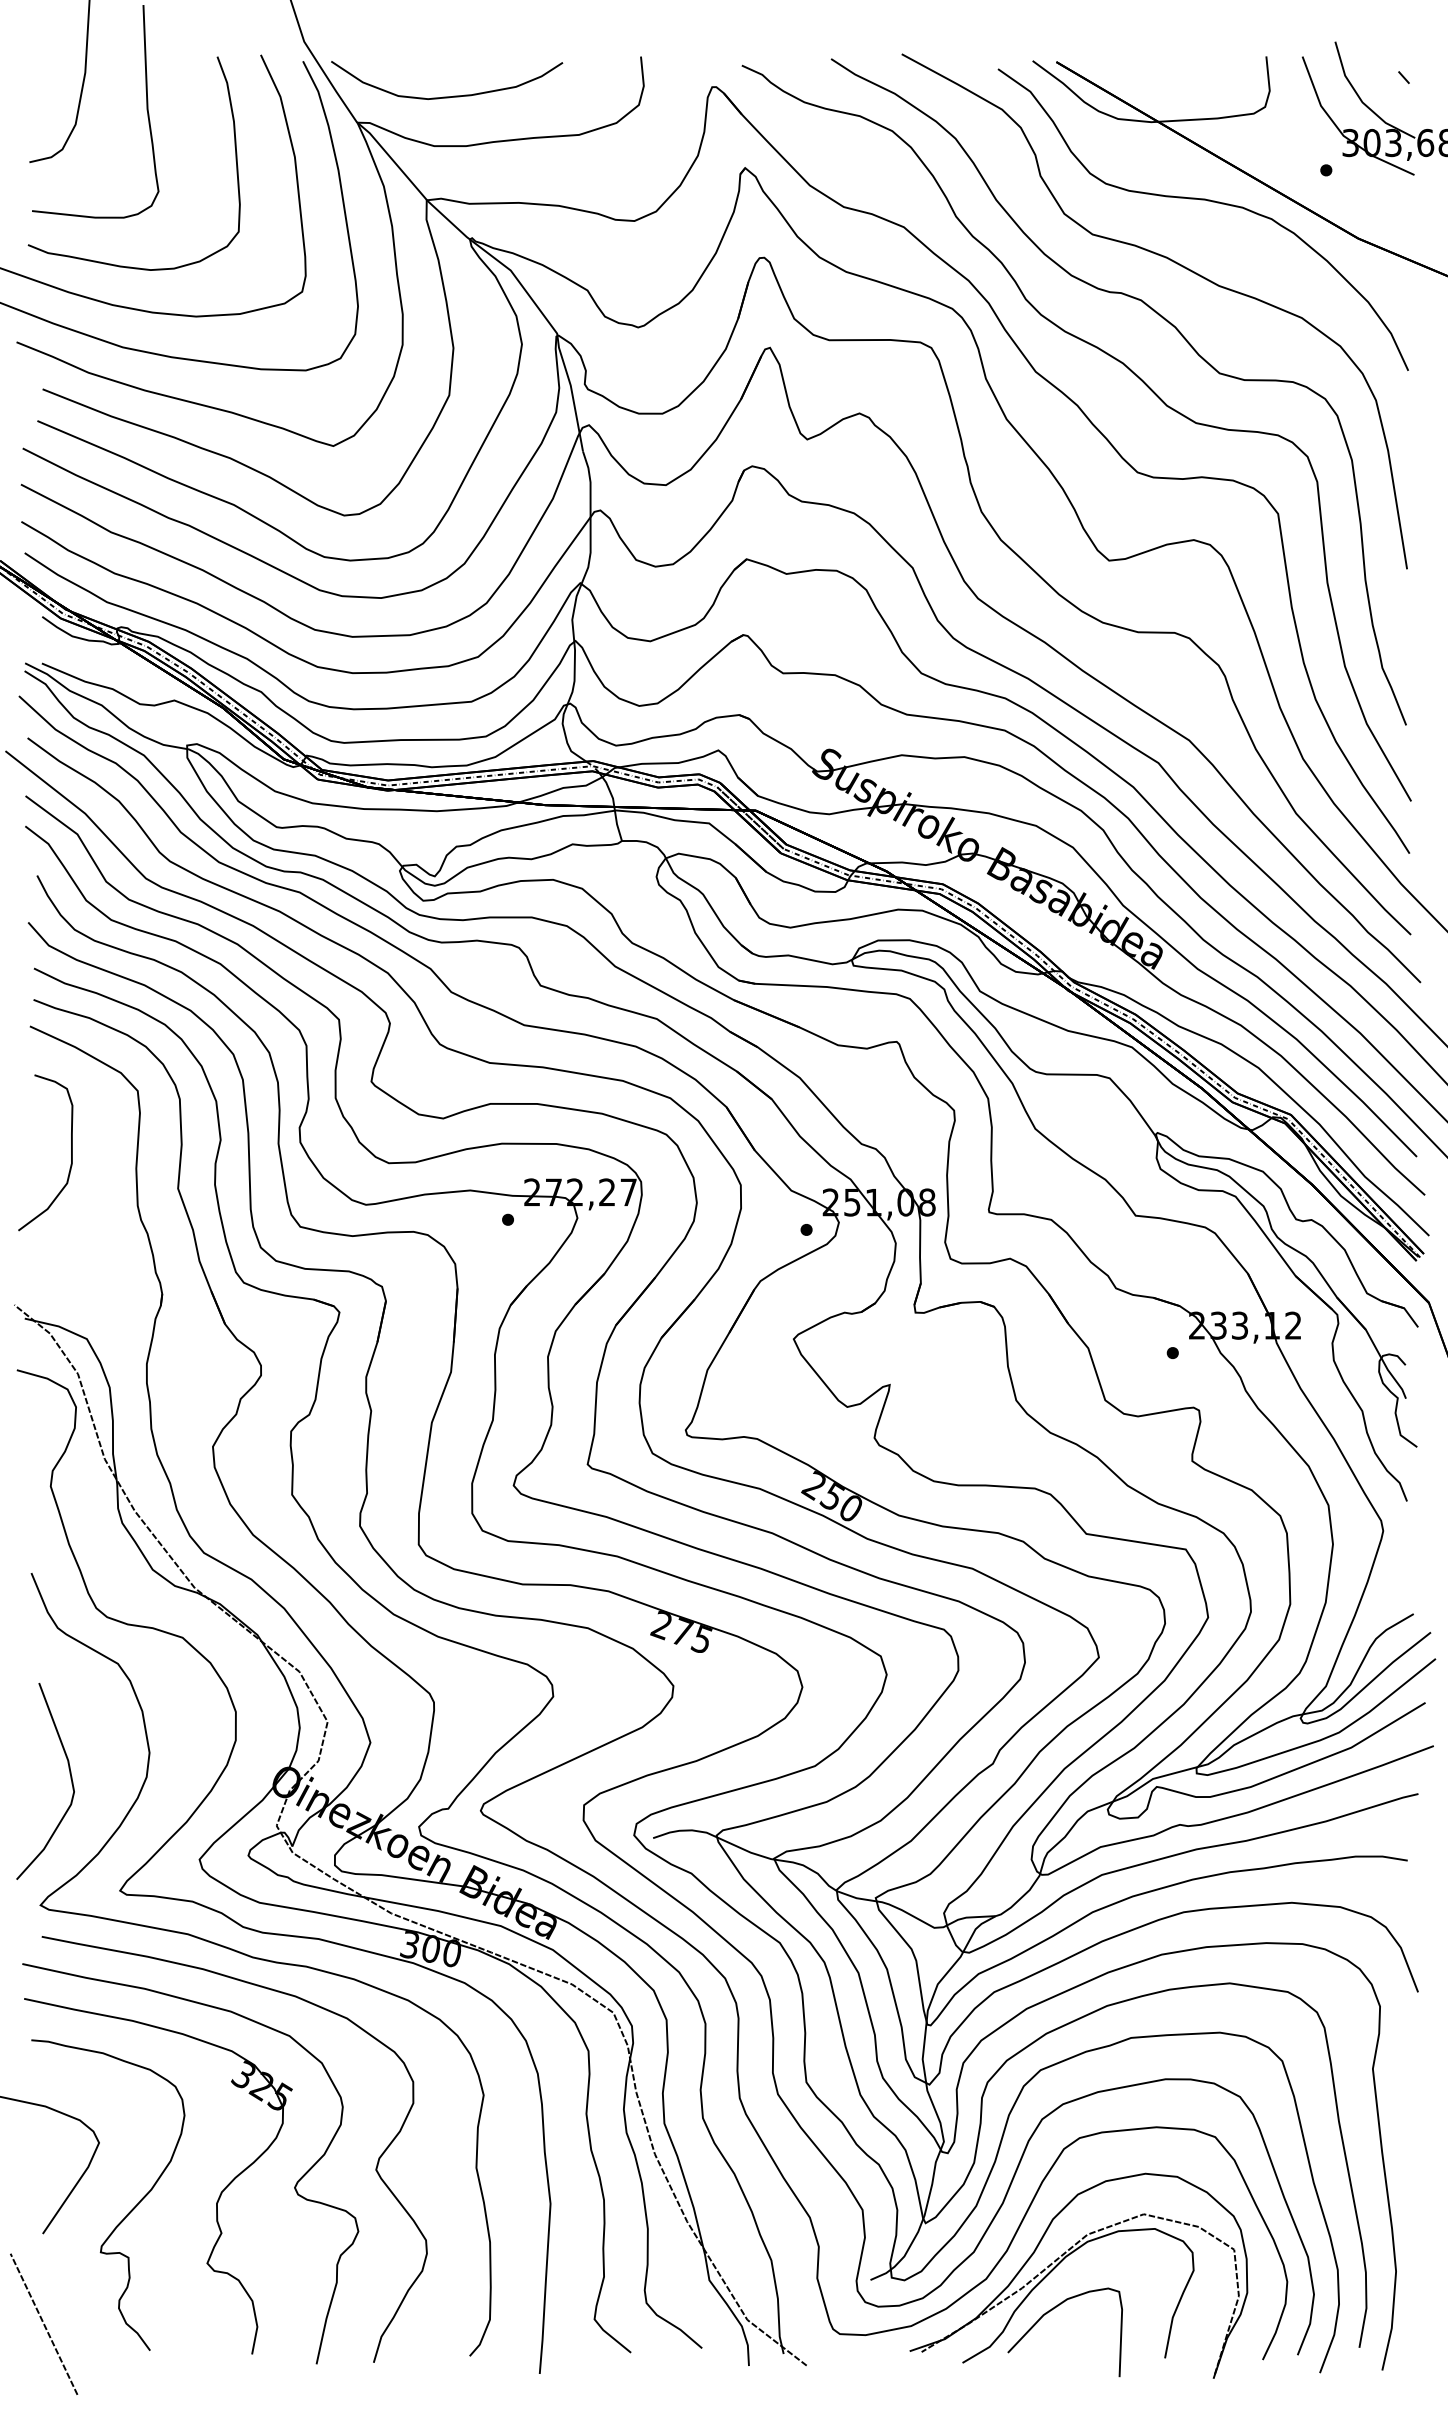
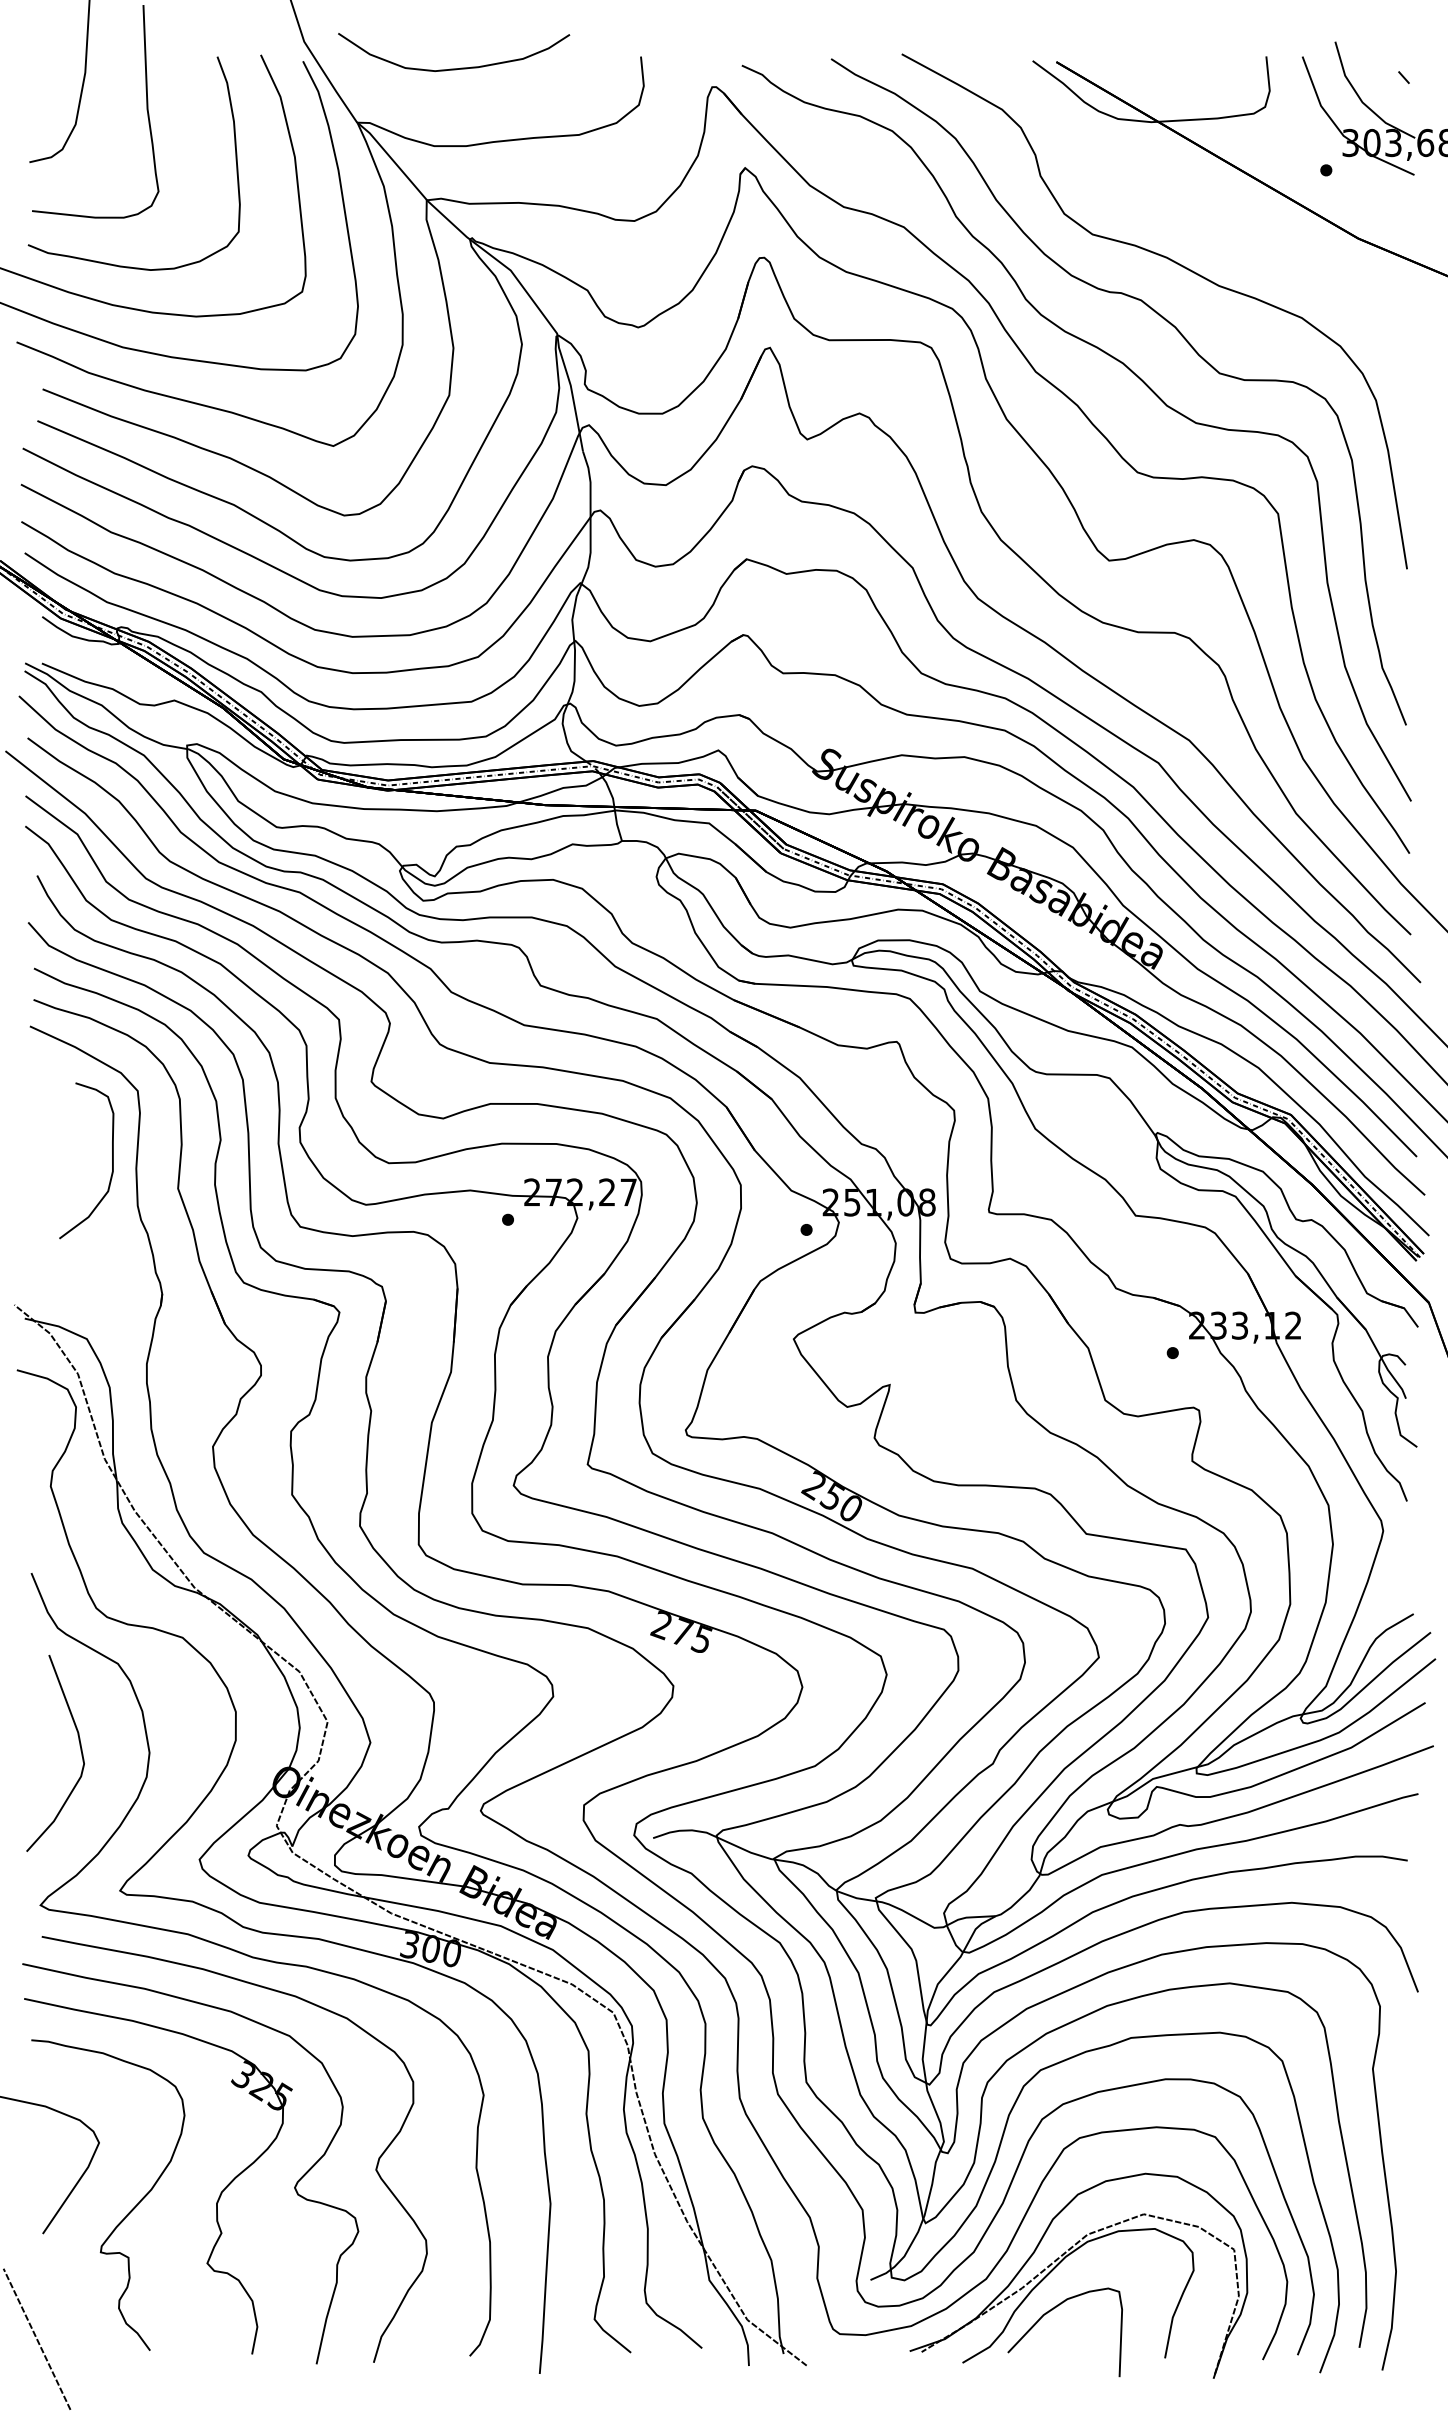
curve at (447, 96) position: (447, 96) -> (454, 68)
curve at (1207, 201): present -> none
curve at (71, 1152) position: (71, 1152) -> (112, 1160)
curve at (70, 1779) position: (70, 1779) -> (80, 1751)
line at (44, 2323) position: (44, 2323) -> (37, 2338)
